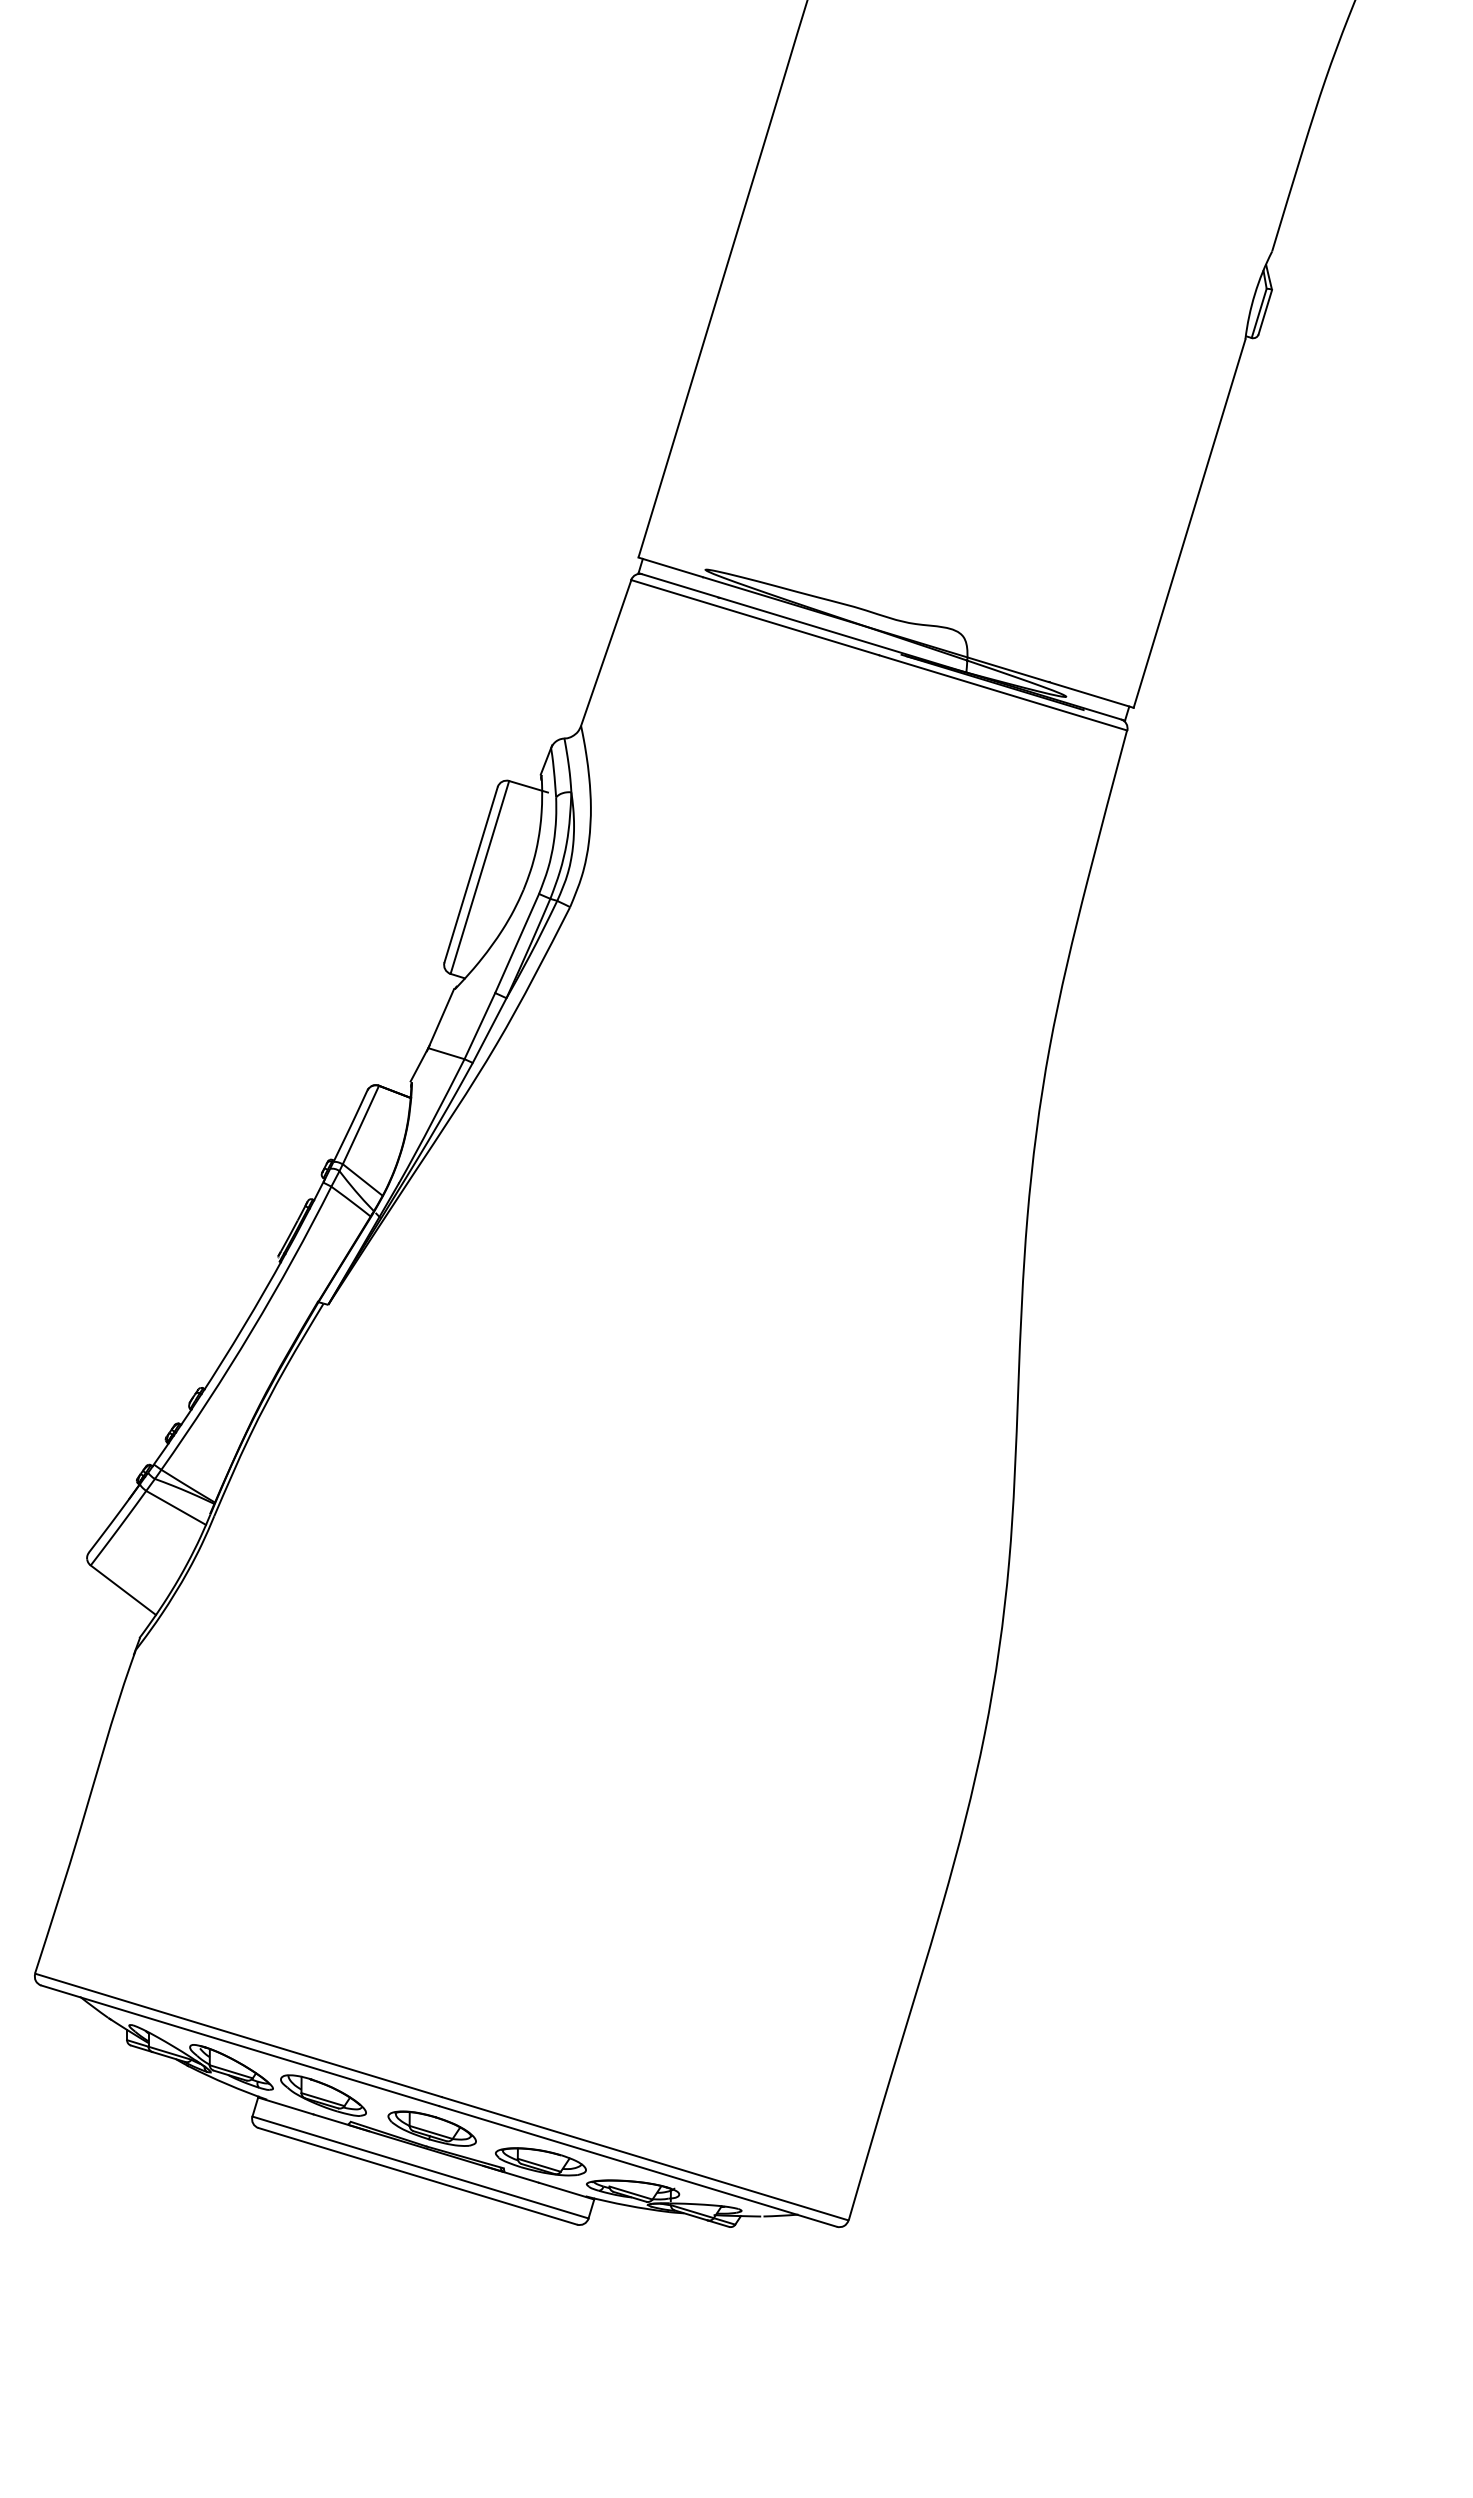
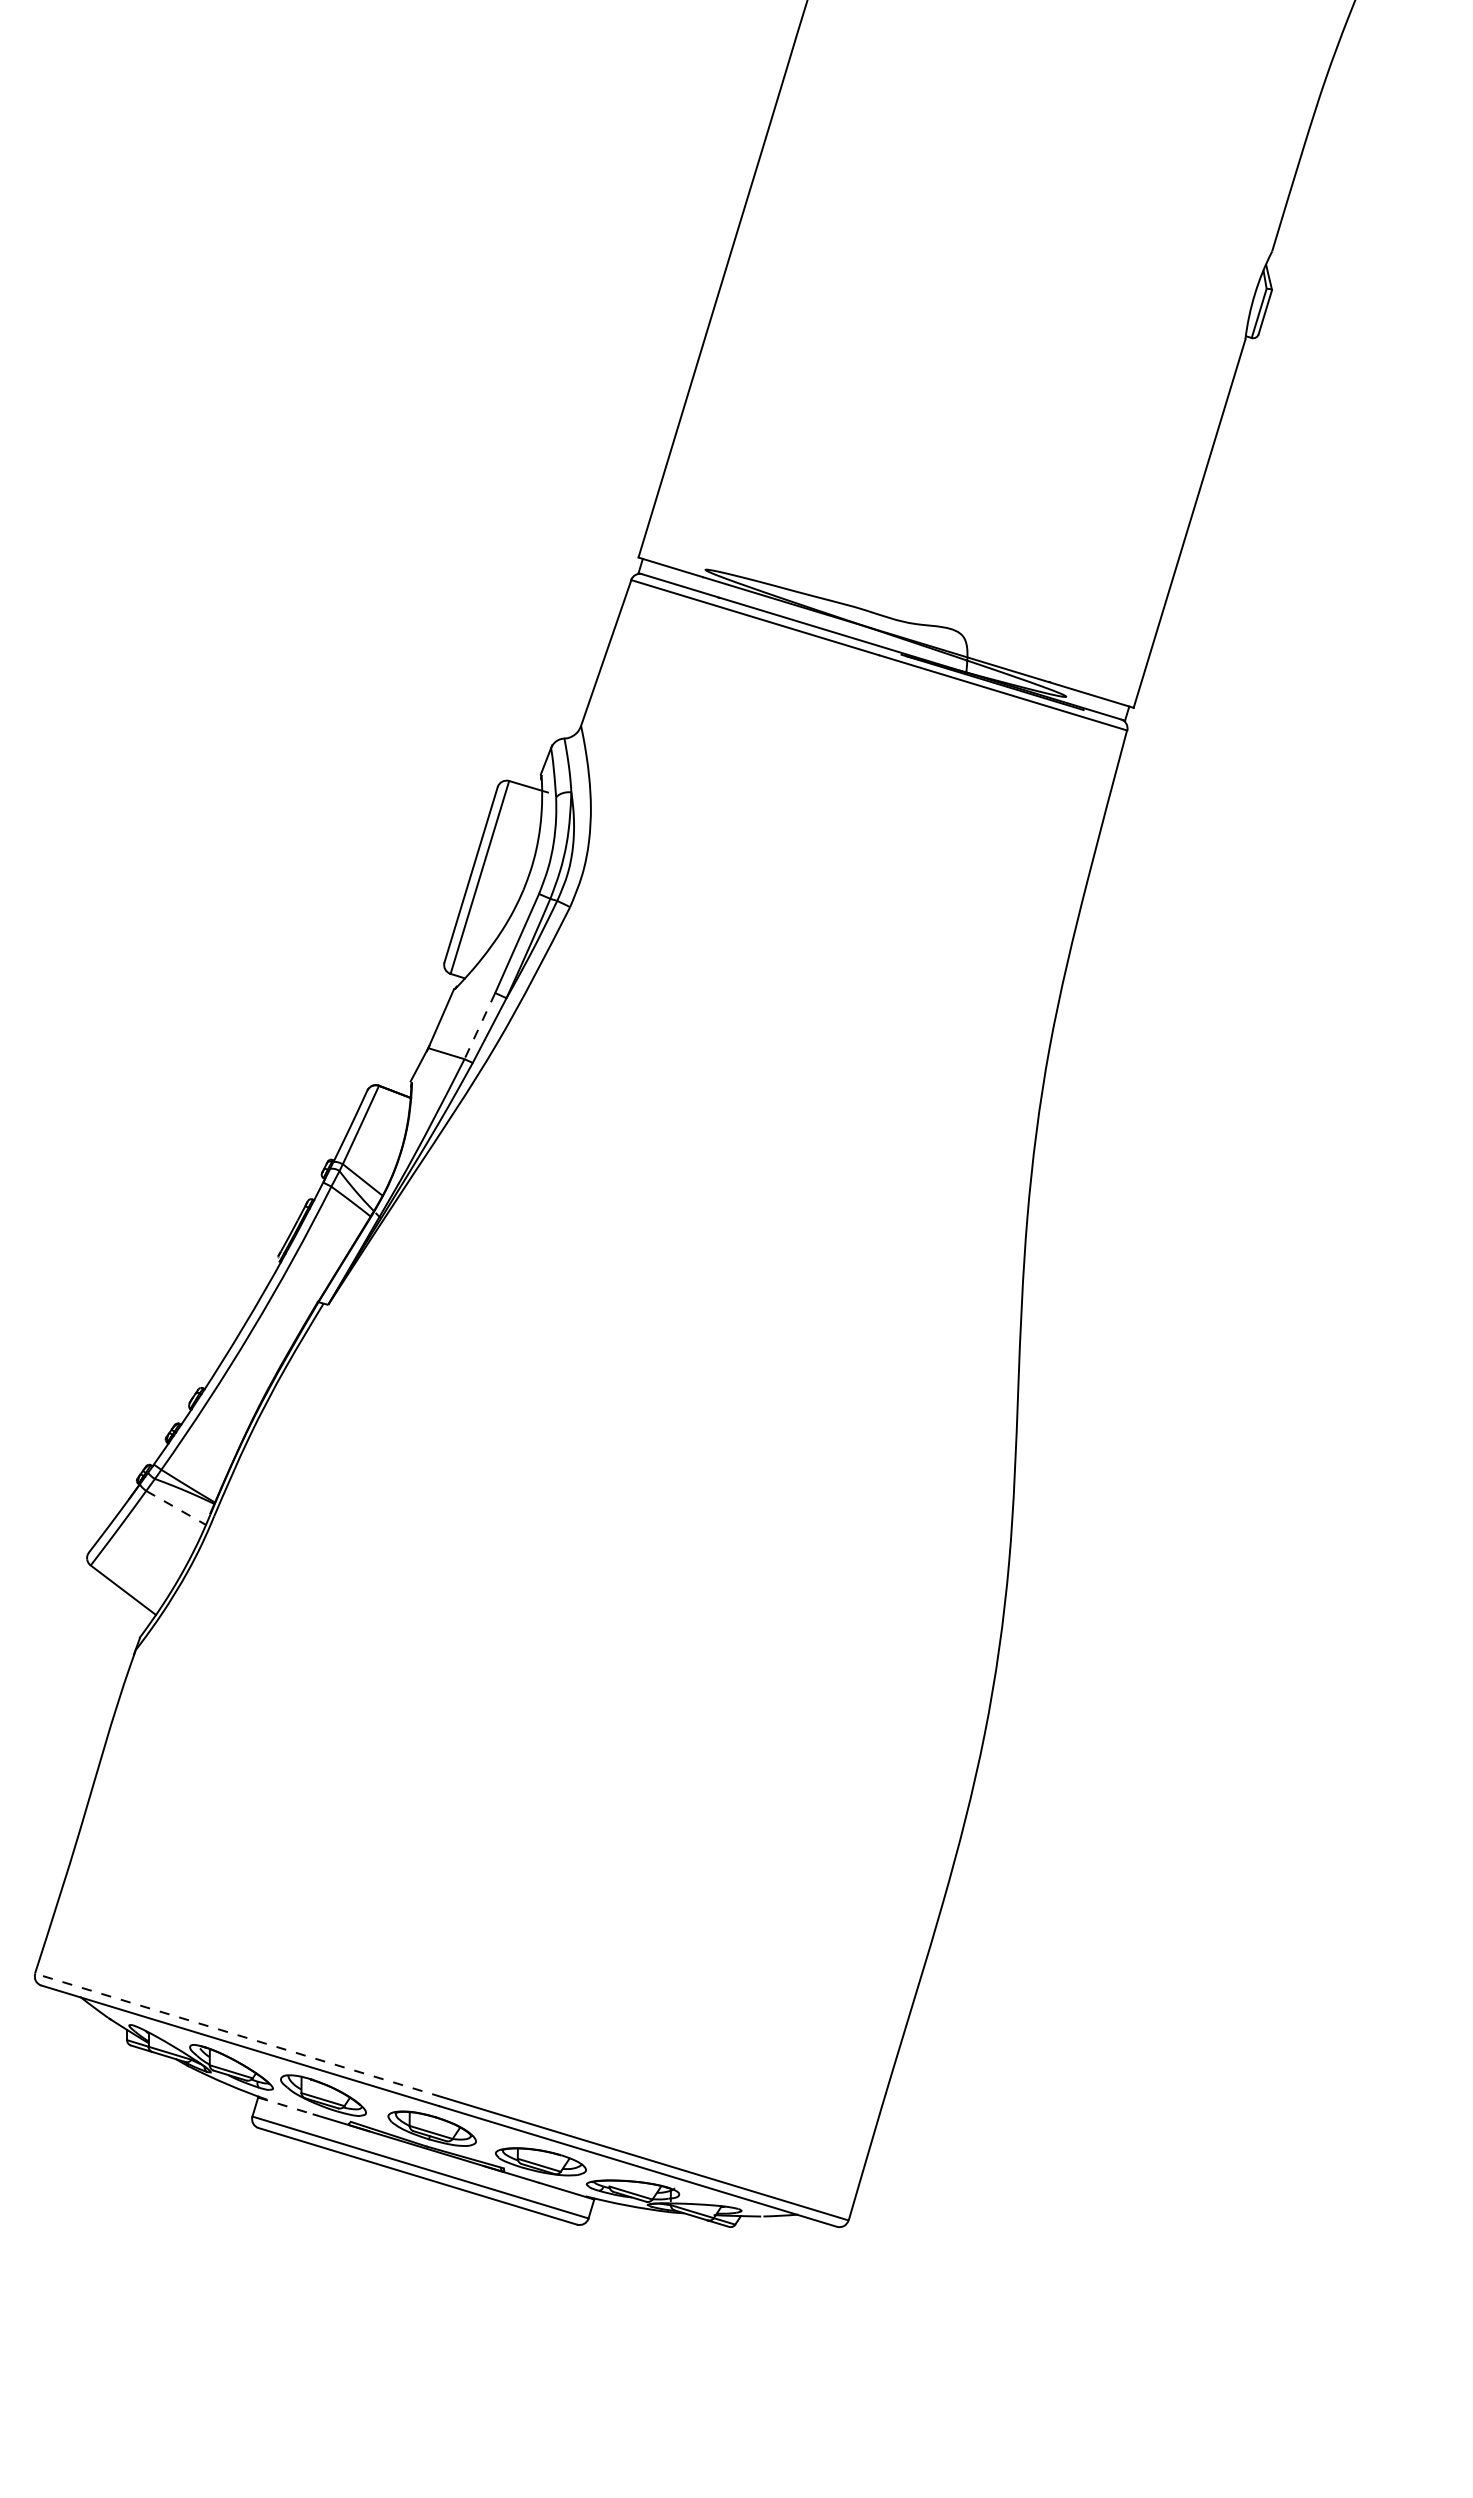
line at (479, 1026): solid -> dashed
line at (176, 1508): solid -> dashed
line at (238, 2035): solid -> dashed
line at (285, 2106): solid -> dashed
